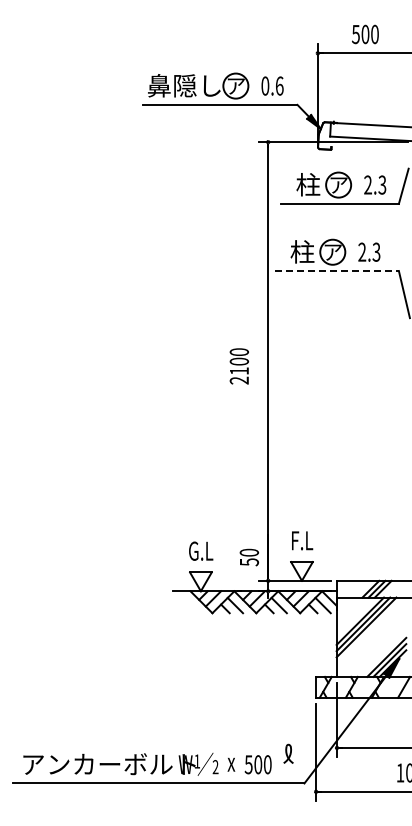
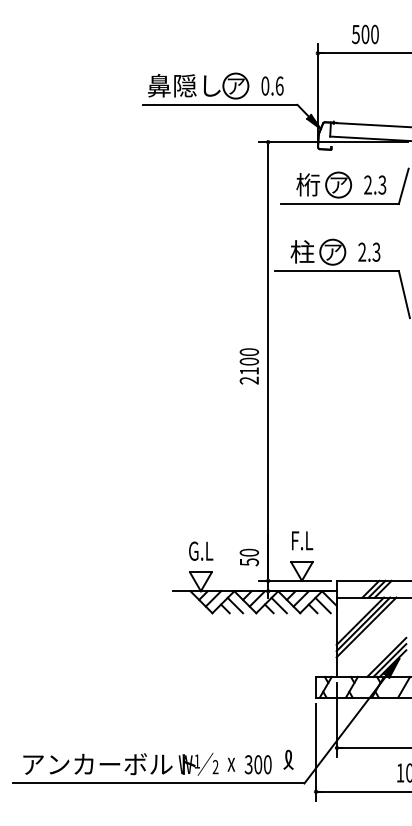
text at (308, 184): 柱 -> 桁
line at (337, 271): dashed -> solid
text at (238, 366) position: (238, 366) -> (248, 366)
part at (288, 753) position: (288, 753) -> (288, 759)
text at (248, 764): 500 -> 300
